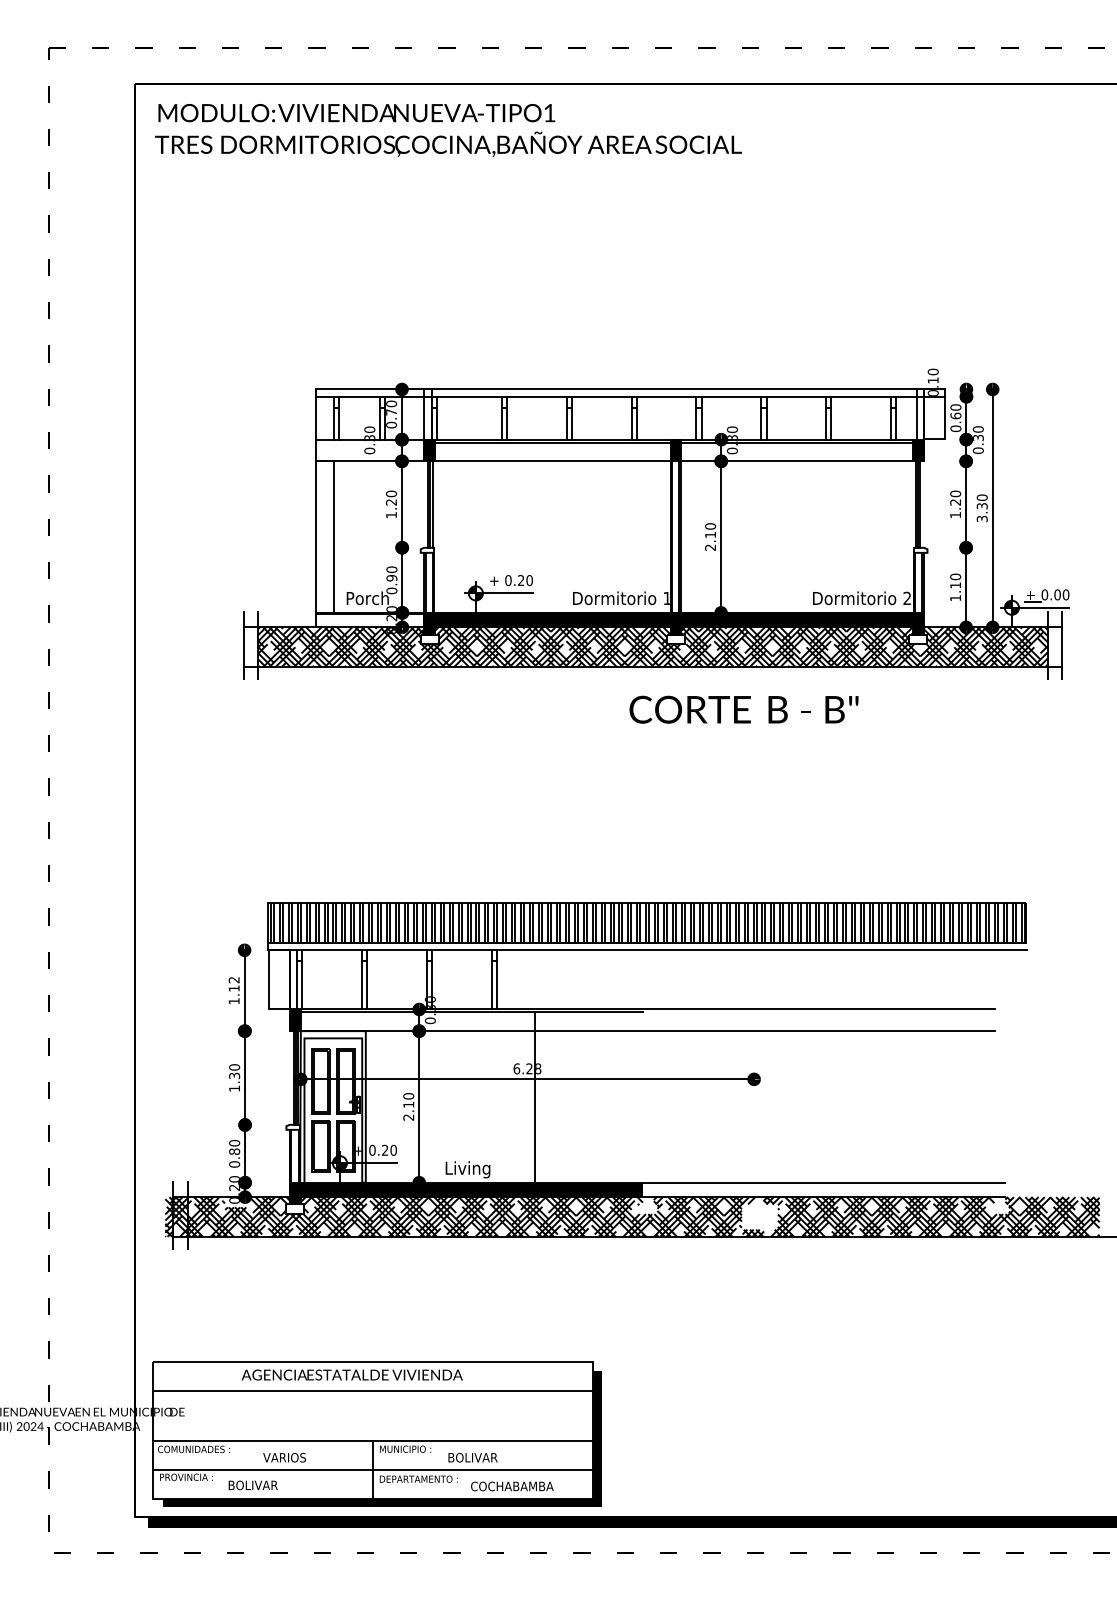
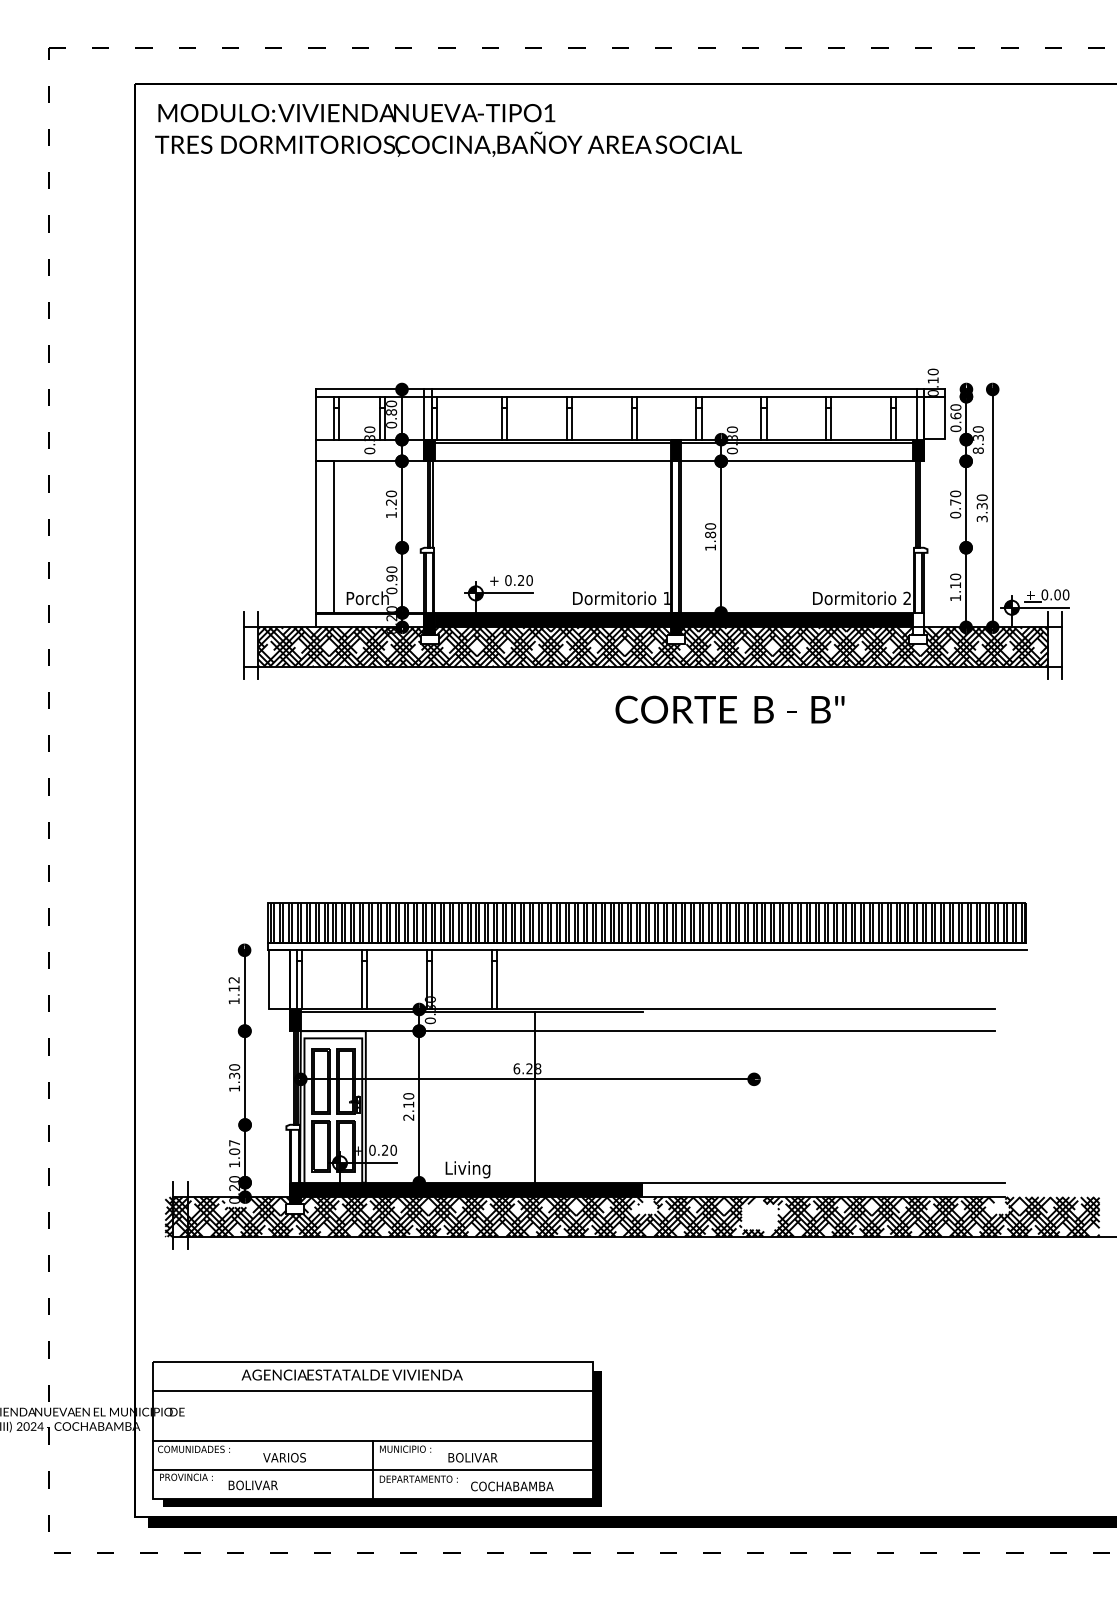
text at (391, 412): 0.70 -> 0.80
text at (978, 450): 0.30 -> 8.30
text at (955, 508): 1.20 -> 0.70
text at (710, 540): 2.10 -> 1.80
fill at (918, 623): present -> none
text at (743, 709) position: (743, 709) -> (729, 709)
text at (234, 1153): 0.80 -> 1.07
